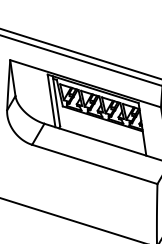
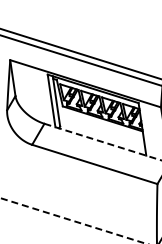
line at (103, 142): solid -> dashed
line at (74, 221): solid -> dashed
